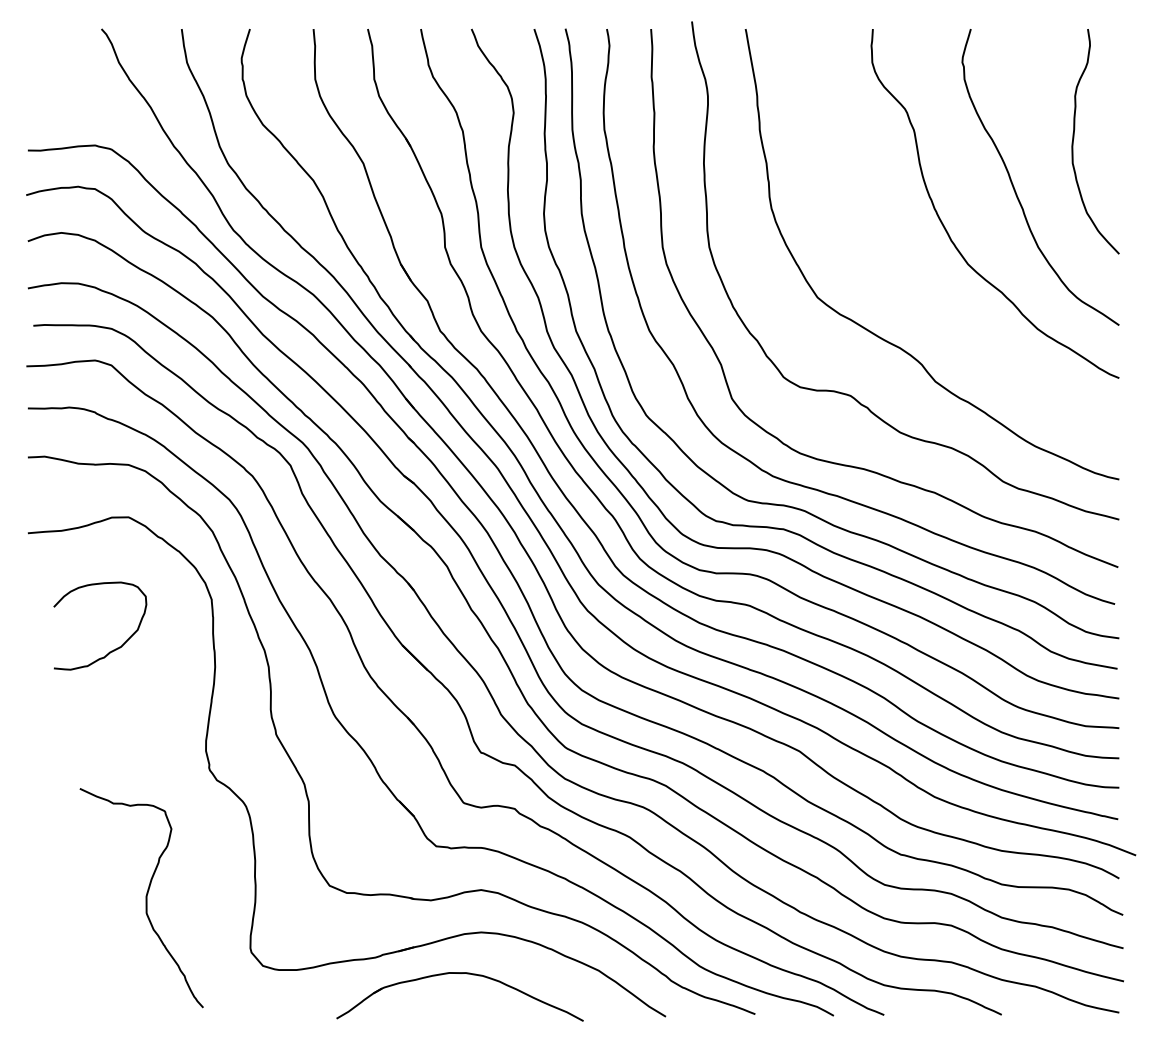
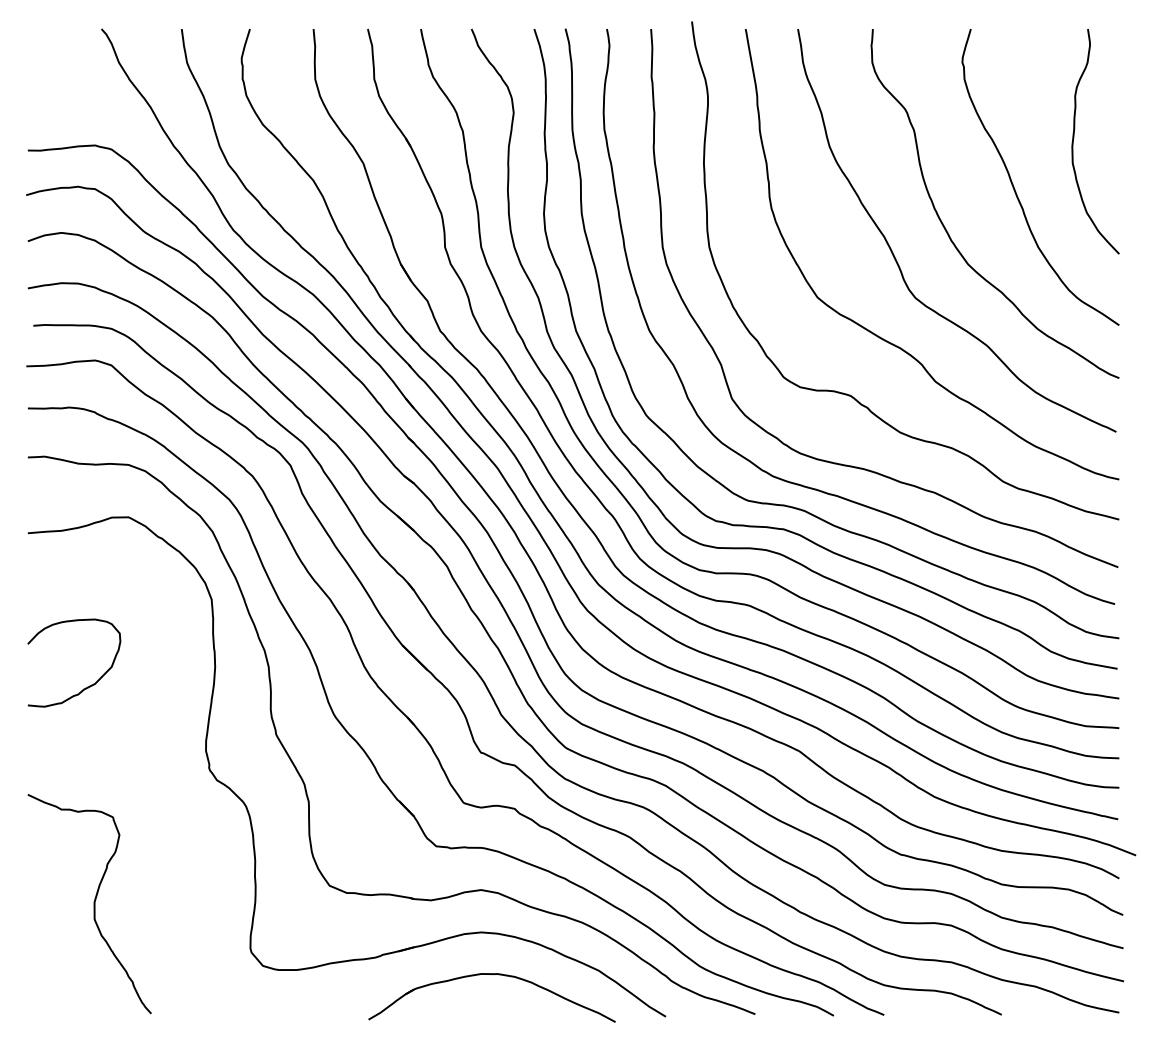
curve at (896, 258): none -> present
curve at (113, 649) position: (113, 649) -> (87, 686)
curve at (145, 898) position: (145, 898) -> (93, 904)
part at (459, 973) position: (459, 973) -> (491, 974)
